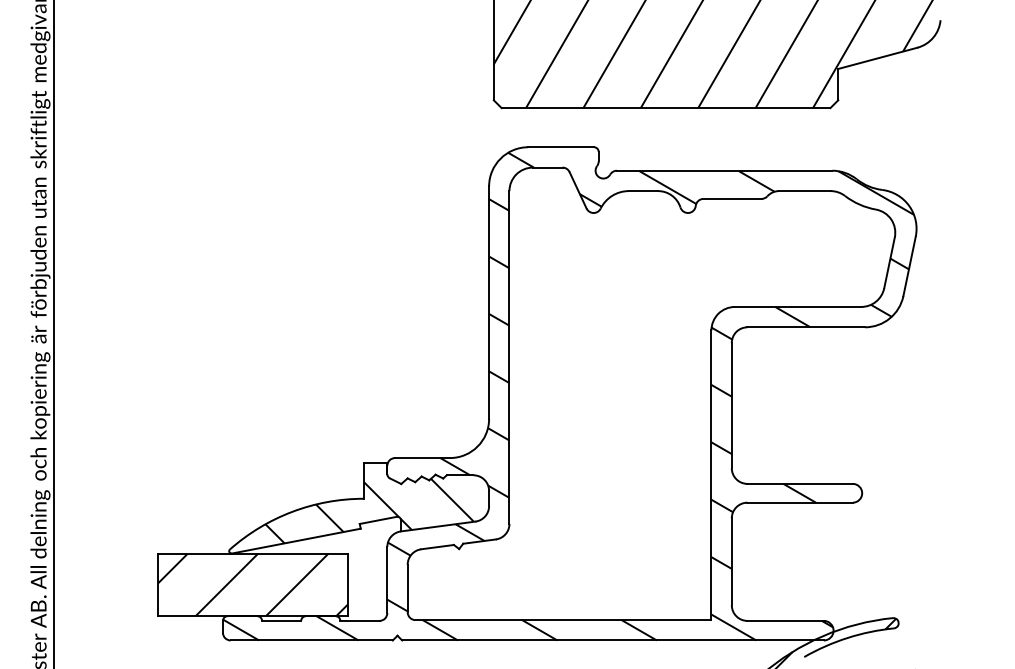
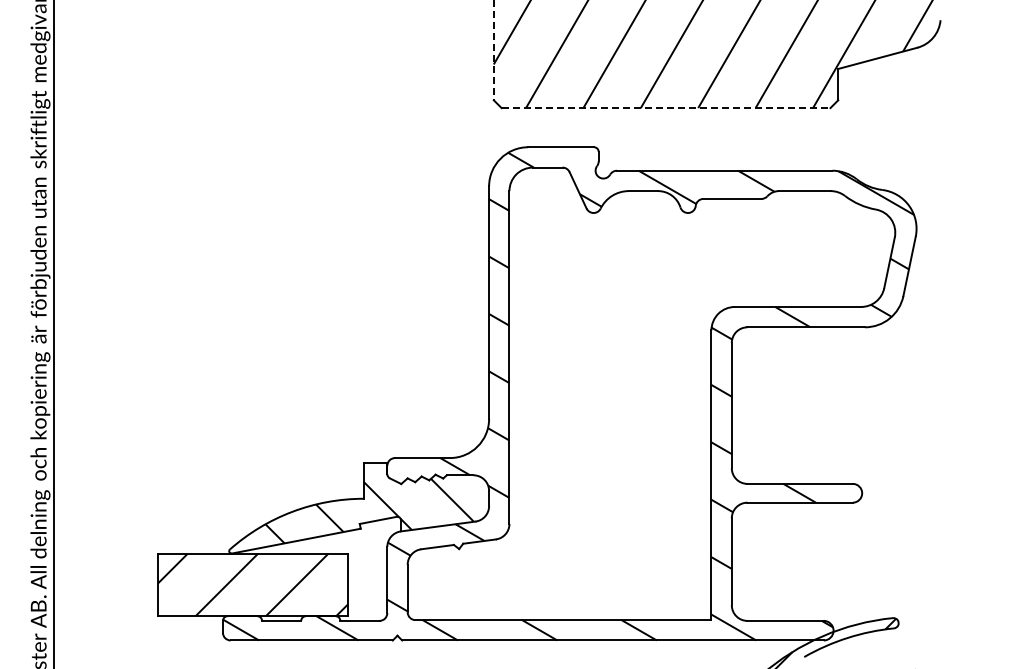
line at (493, 50): solid -> dashed
line at (666, 108): solid -> dashed
